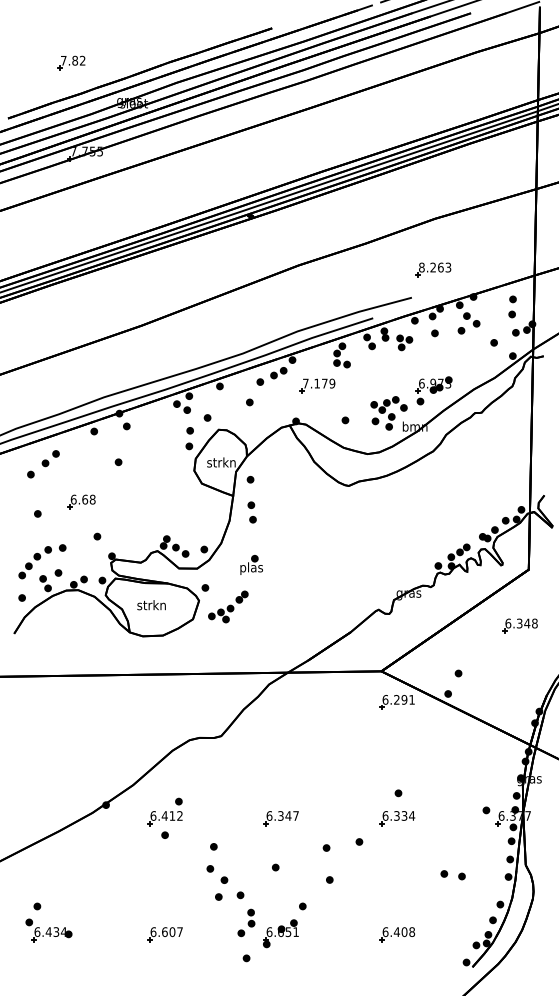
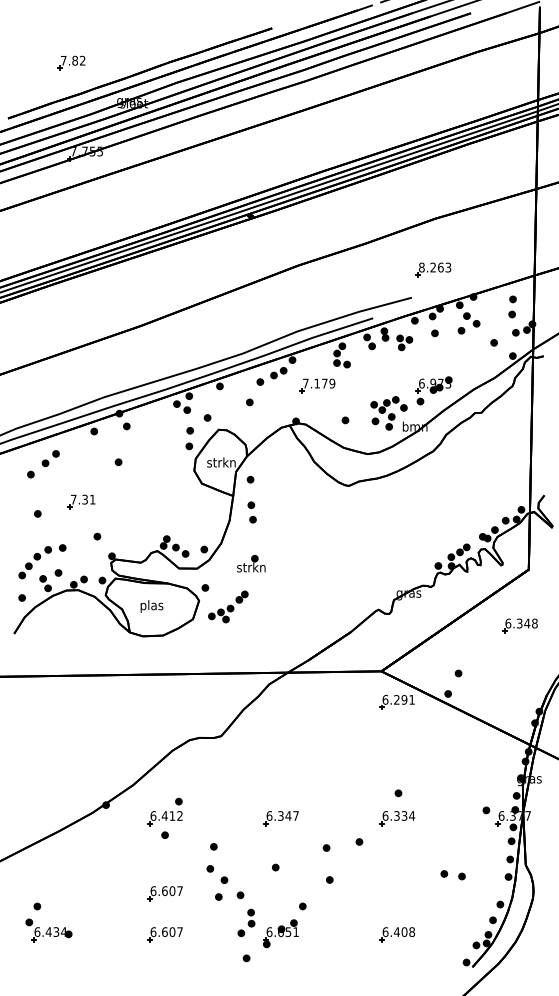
text at (82, 499): 6.68 -> 7.31
text at (251, 568): plas -> strkn
text at (151, 606): strkn -> plas
part at (164, 893): none -> present
